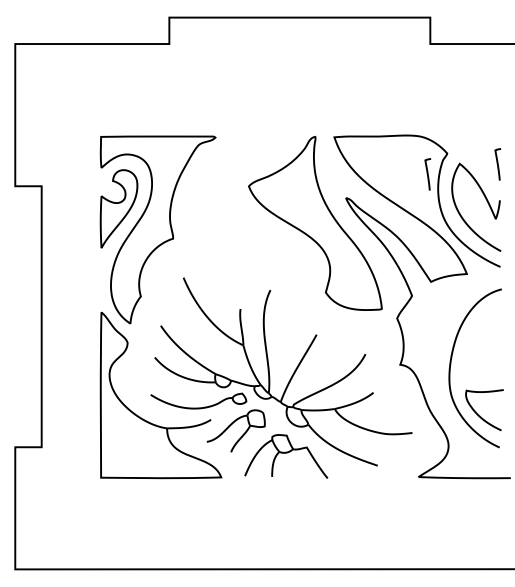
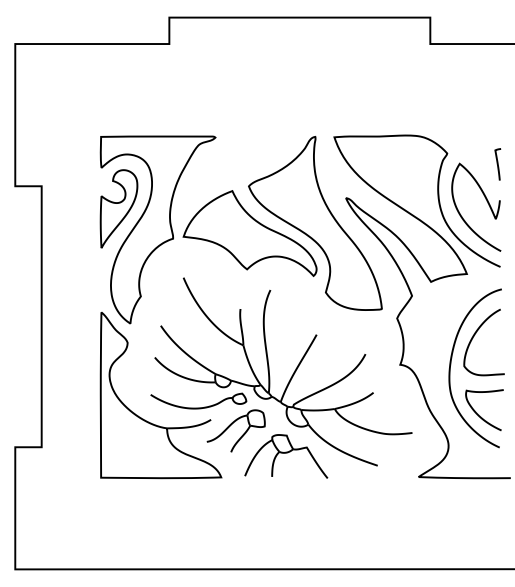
curve at (427, 174): present -> none
part at (249, 233): none -> present
curve at (473, 338): none -> present
